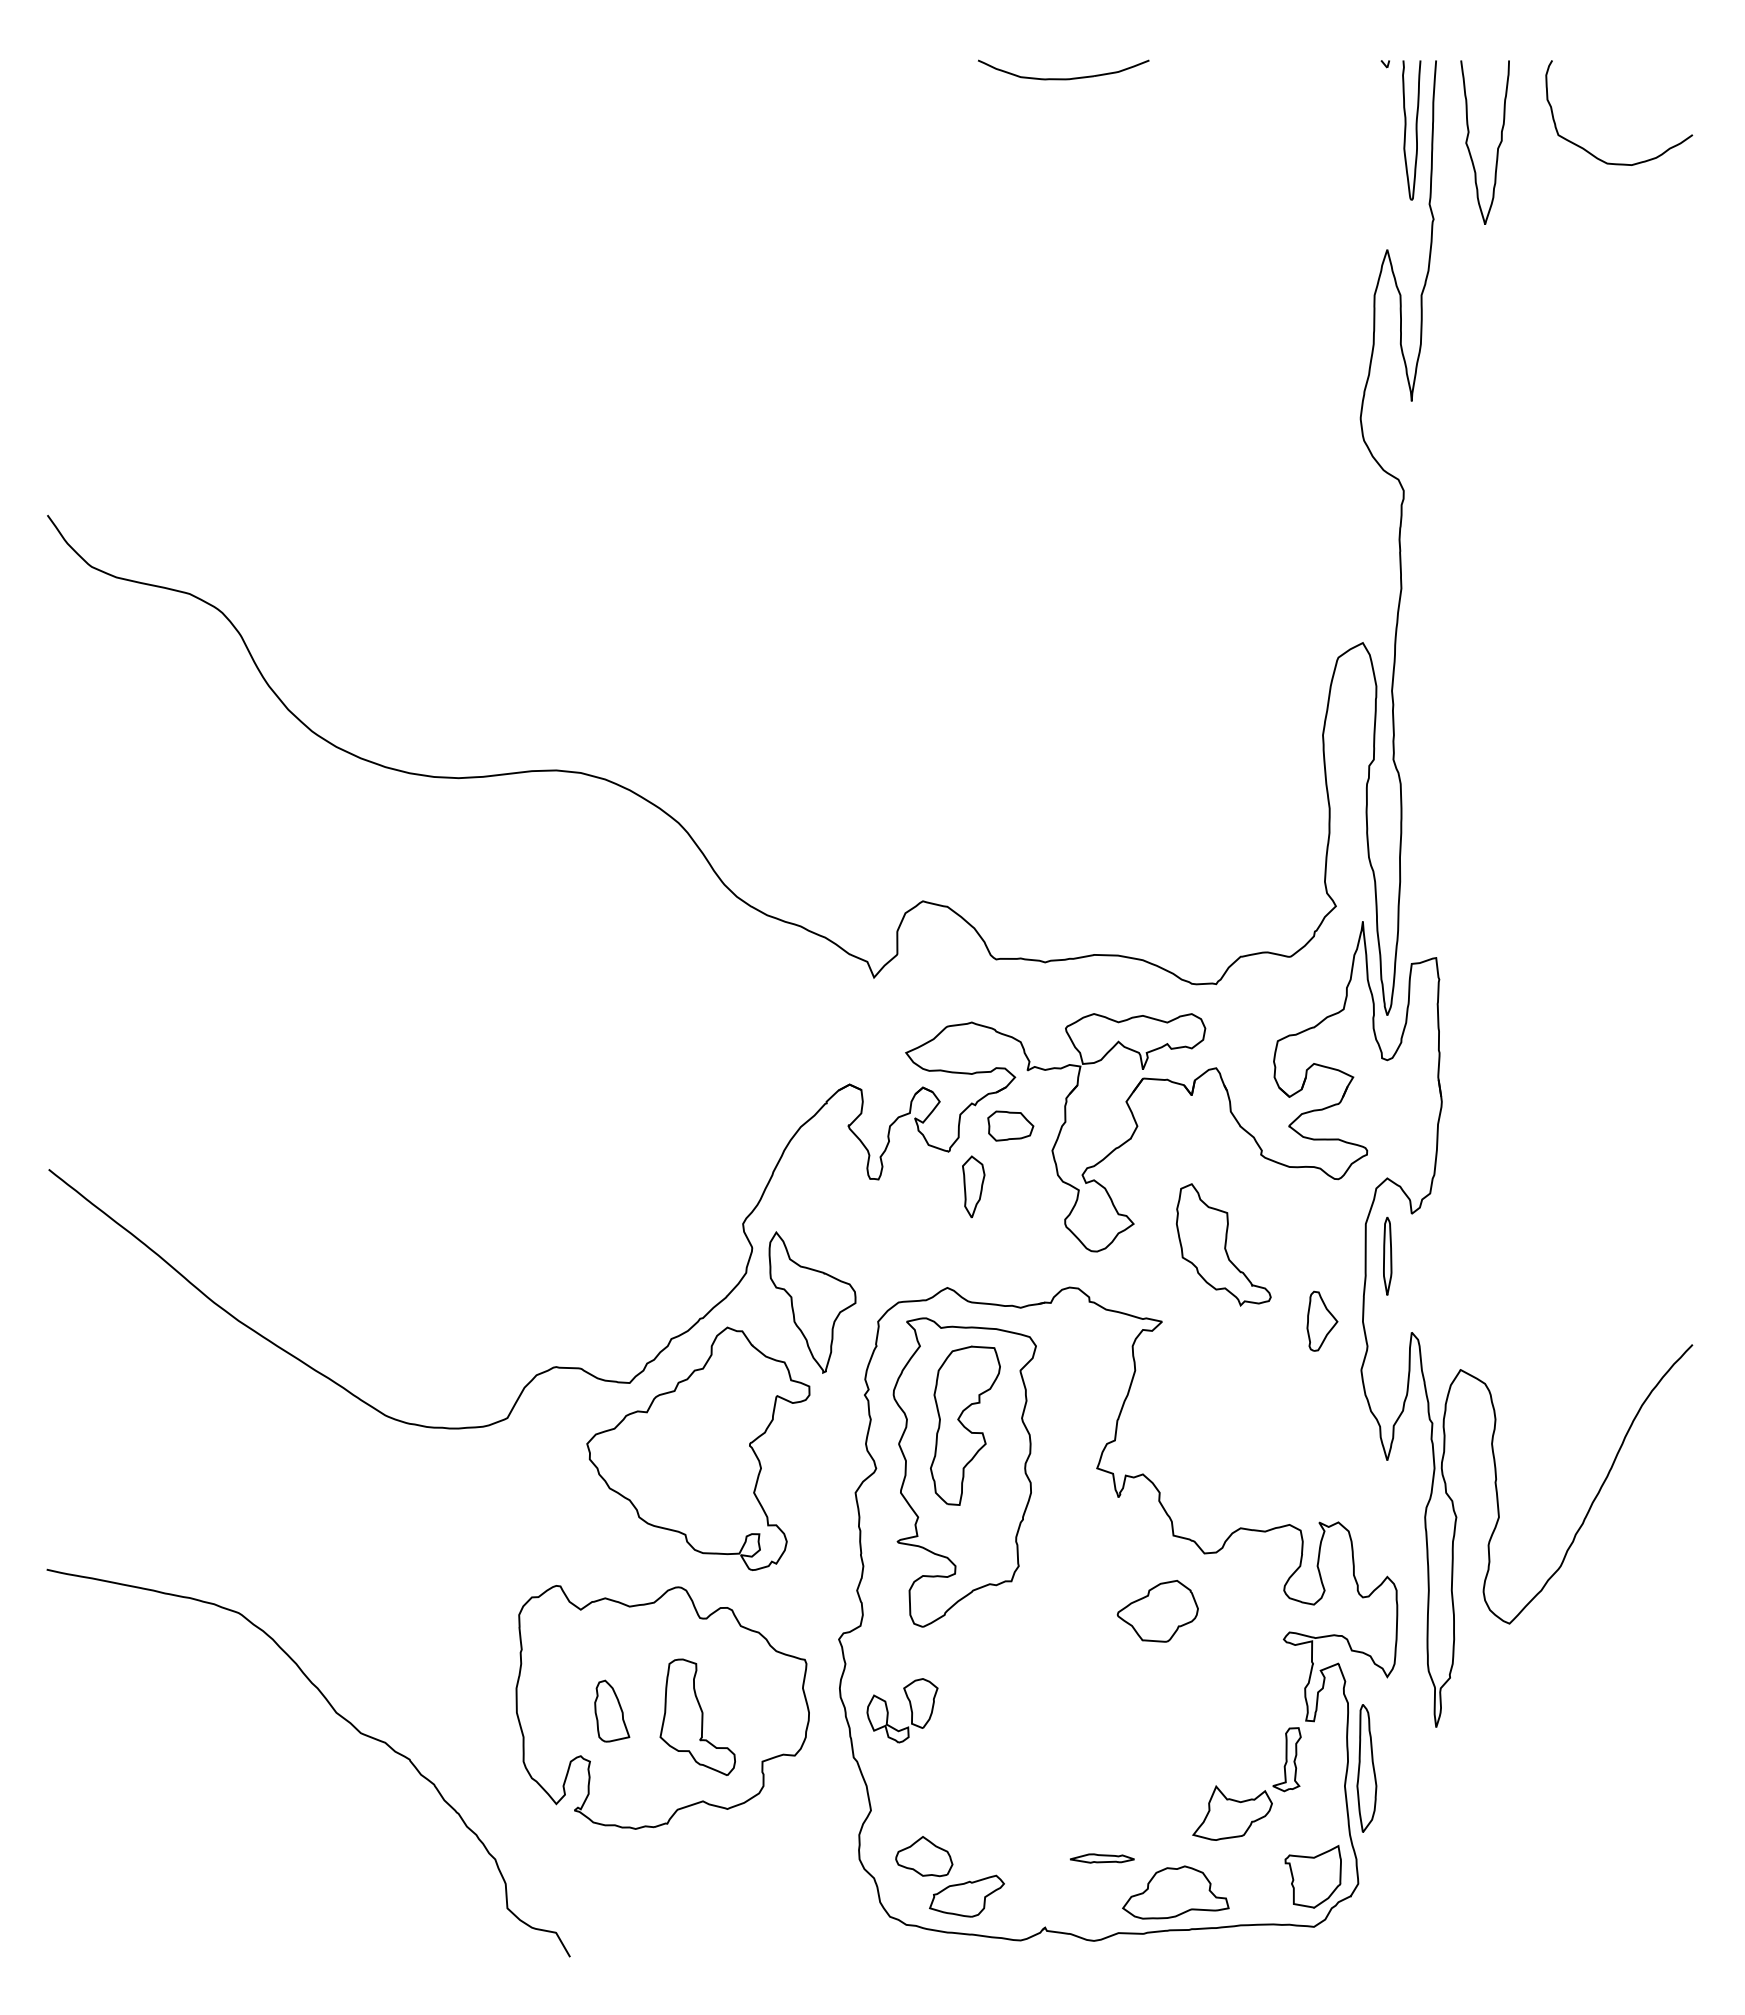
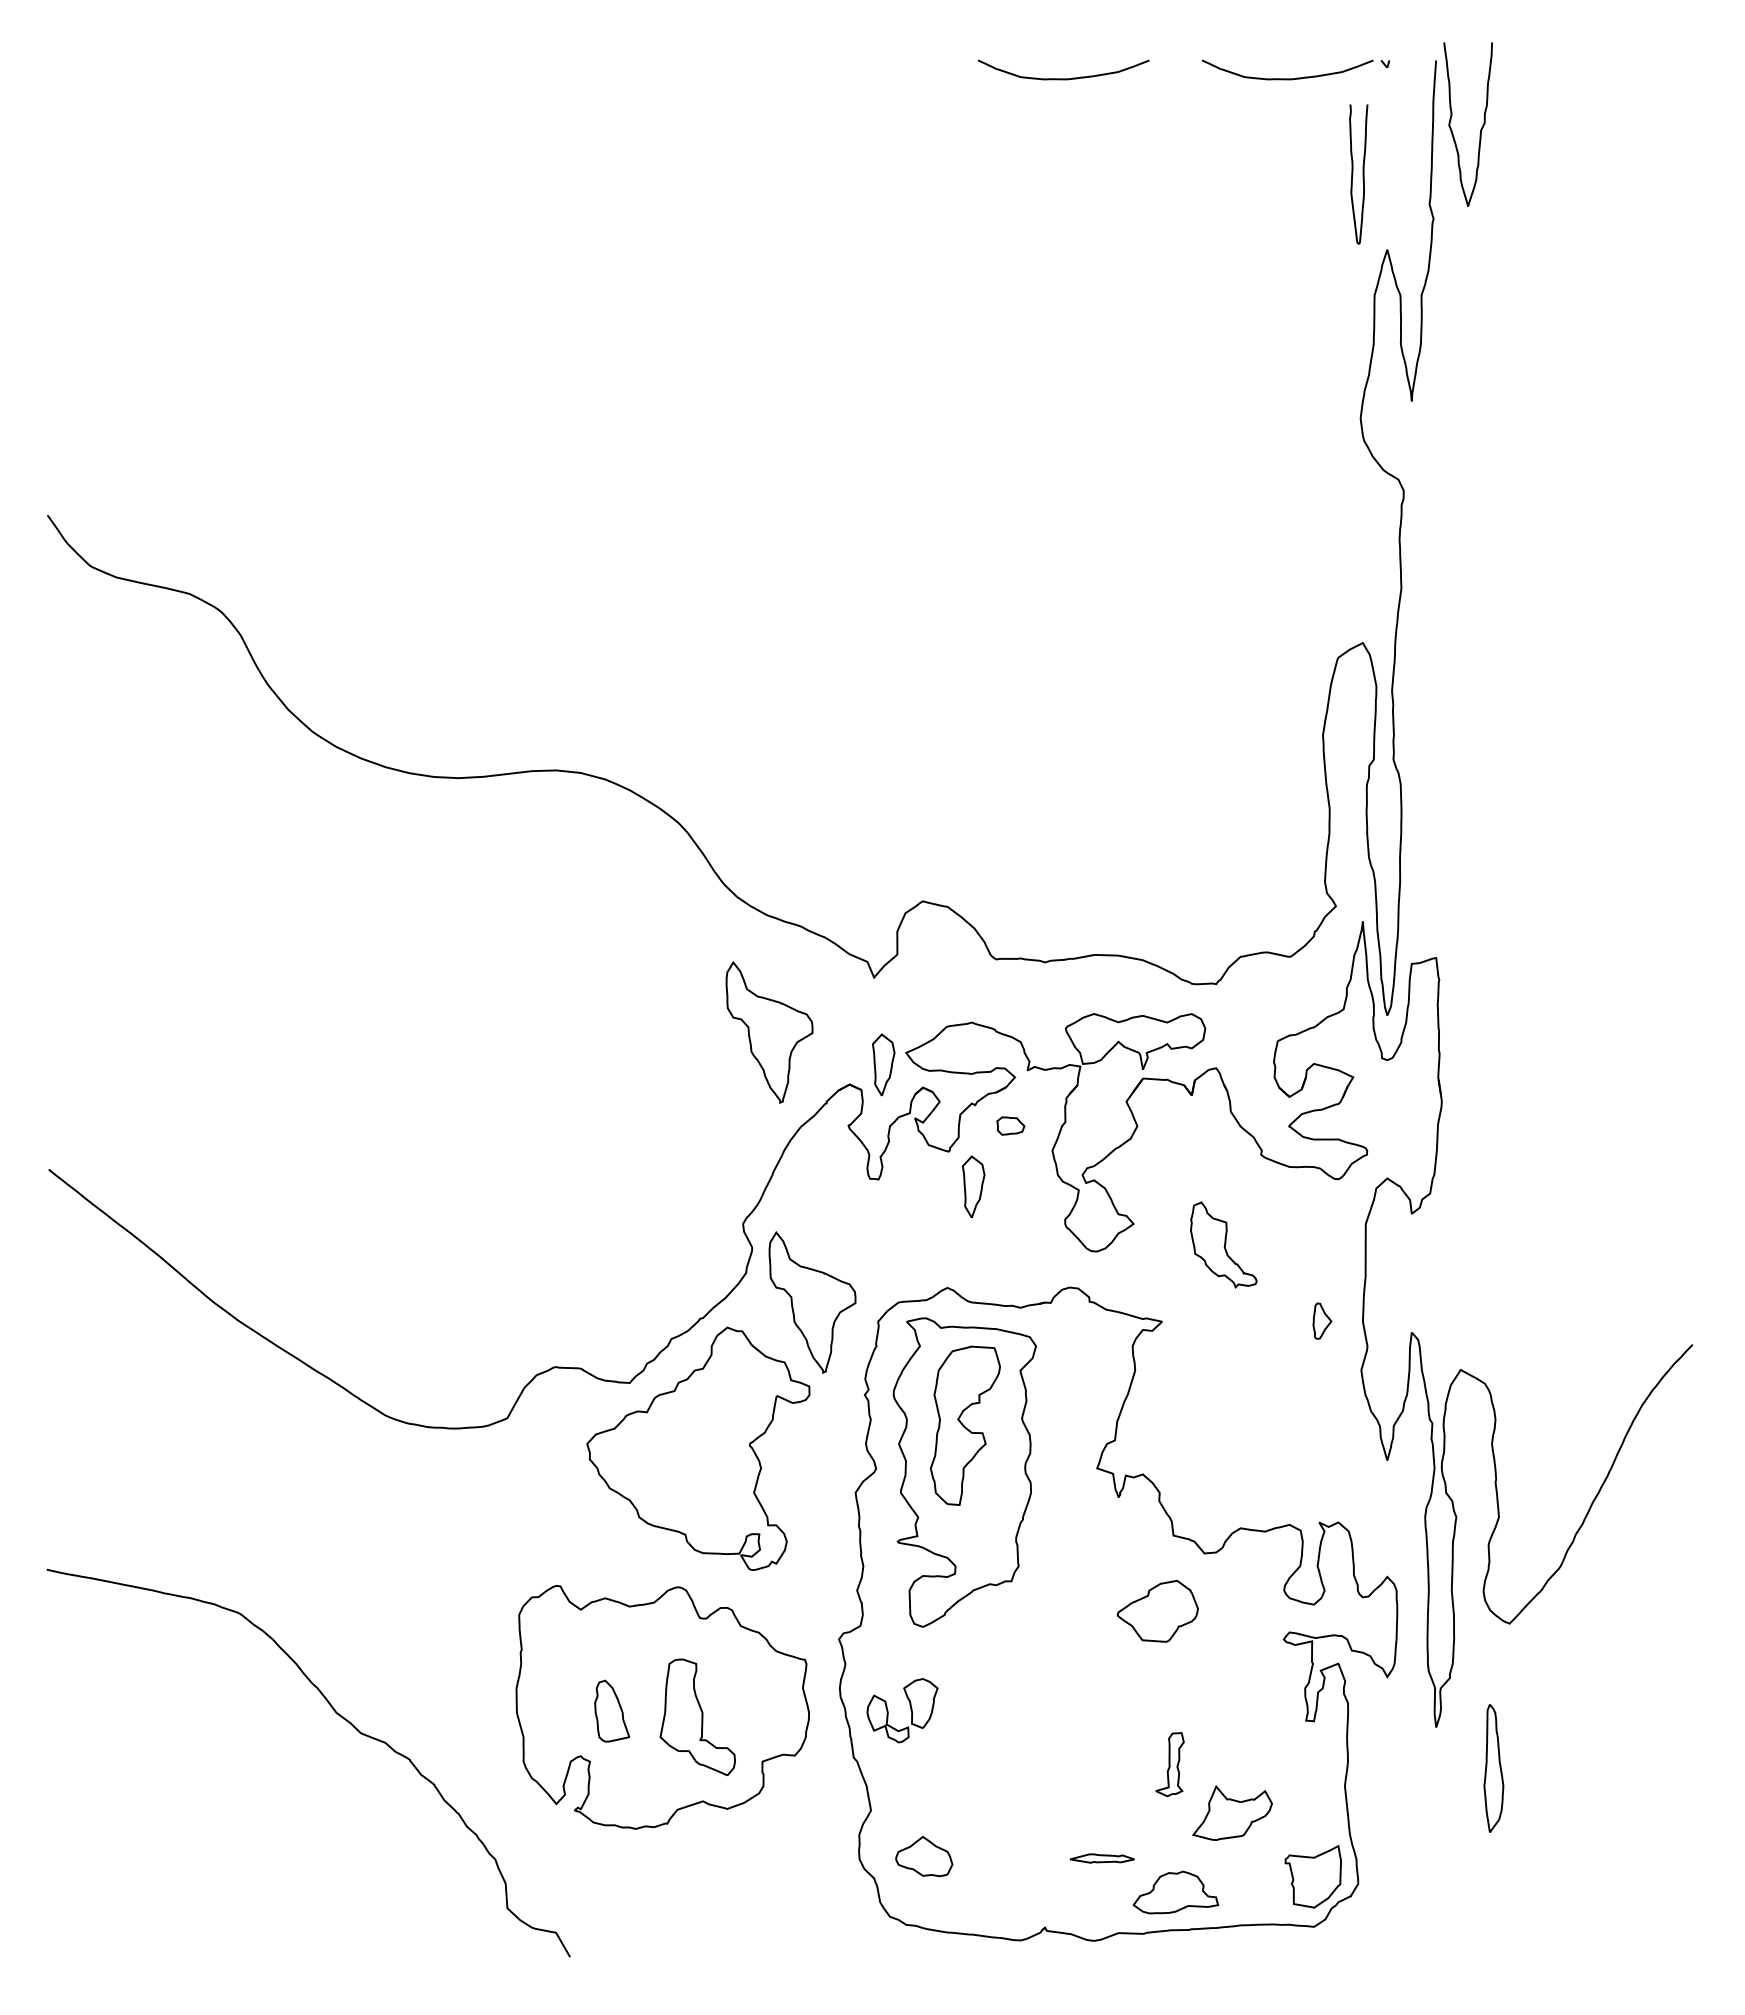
part at (1287, 78): none -> present
part at (1411, 130) position: (1411, 130) -> (1358, 174)
curve at (1497, 147) position: (1497, 147) -> (1480, 129)
curve at (1592, 153): present -> none
part at (769, 1032): none -> present
part at (883, 1064): none -> present
part at (1010, 1125) size: 48x32 px -> 30x20 px
part at (1223, 1244) size: 96x124 px -> 68x88 px
part at (1387, 1255): present -> none
part at (1322, 1320) size: 33x62 px -> 21x38 px
part at (1286, 1759) position: (1286, 1759) -> (1169, 1764)
part at (1366, 1768) position: (1366, 1768) -> (1493, 1768)
part at (1175, 1892) size: 108x55 px -> 88x45 px
part at (966, 1895): present -> none
